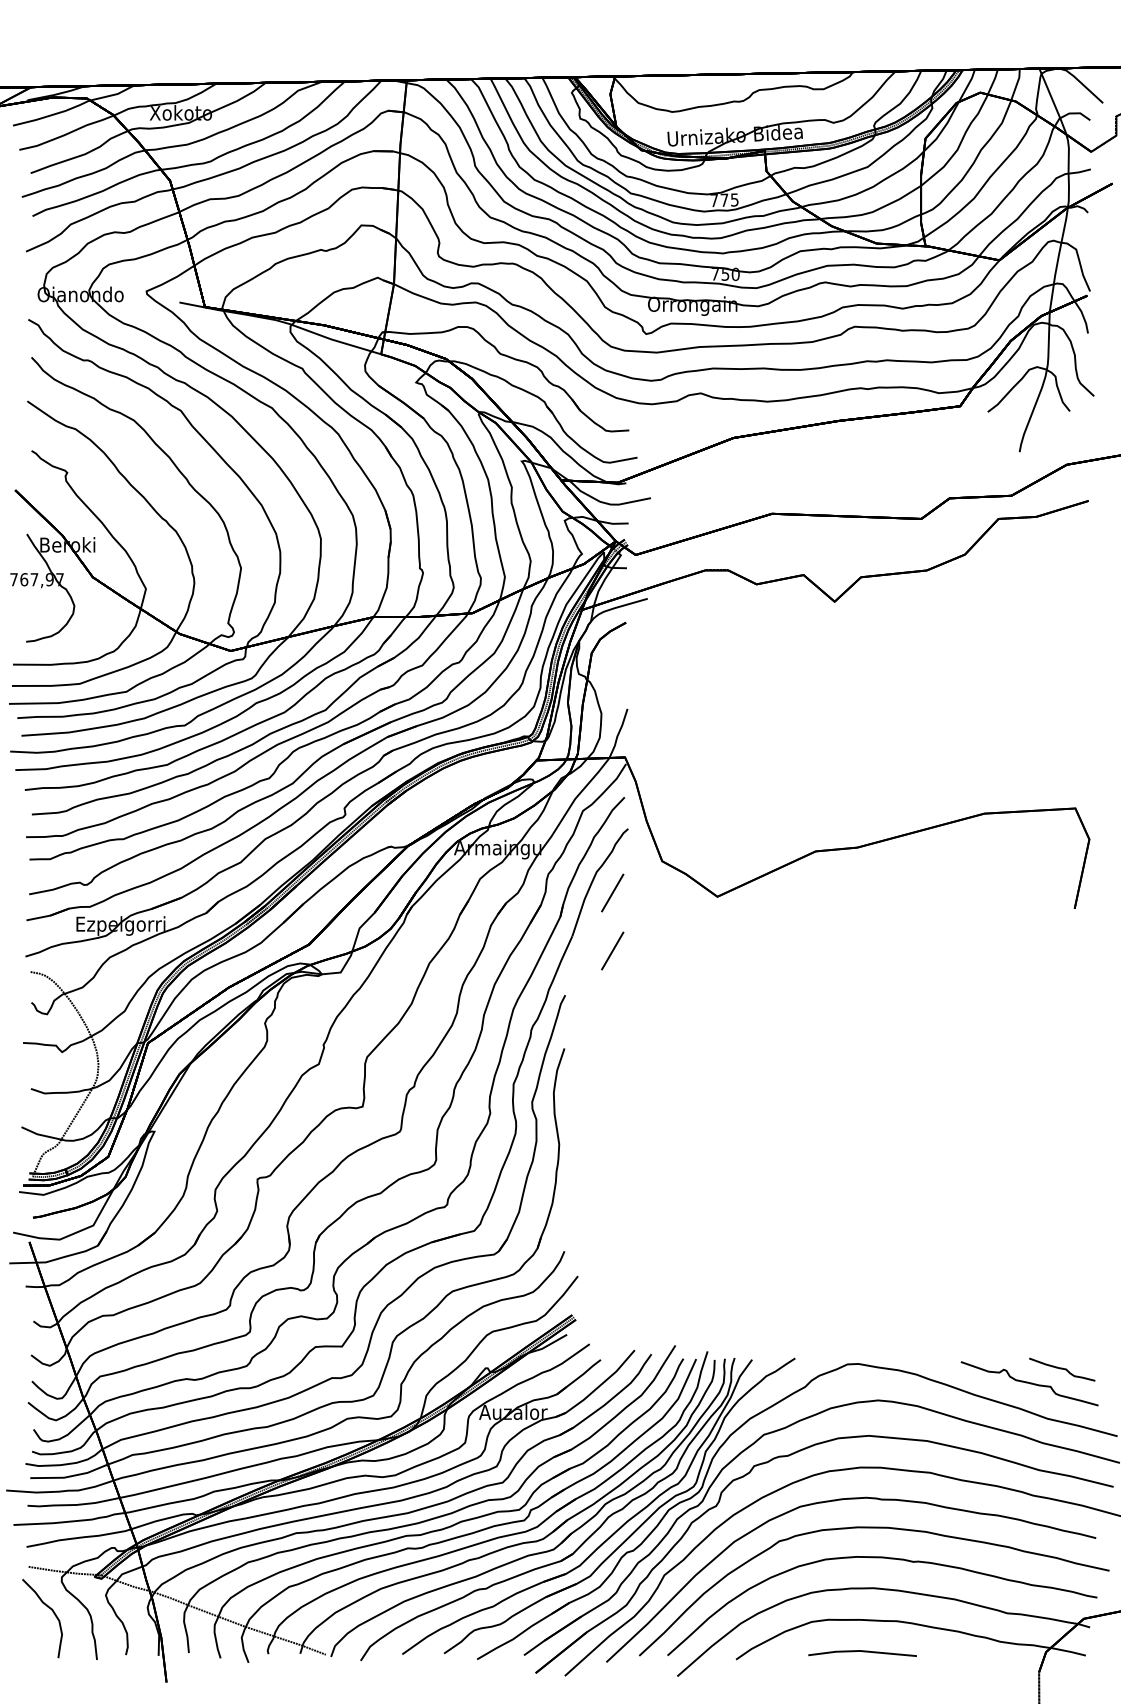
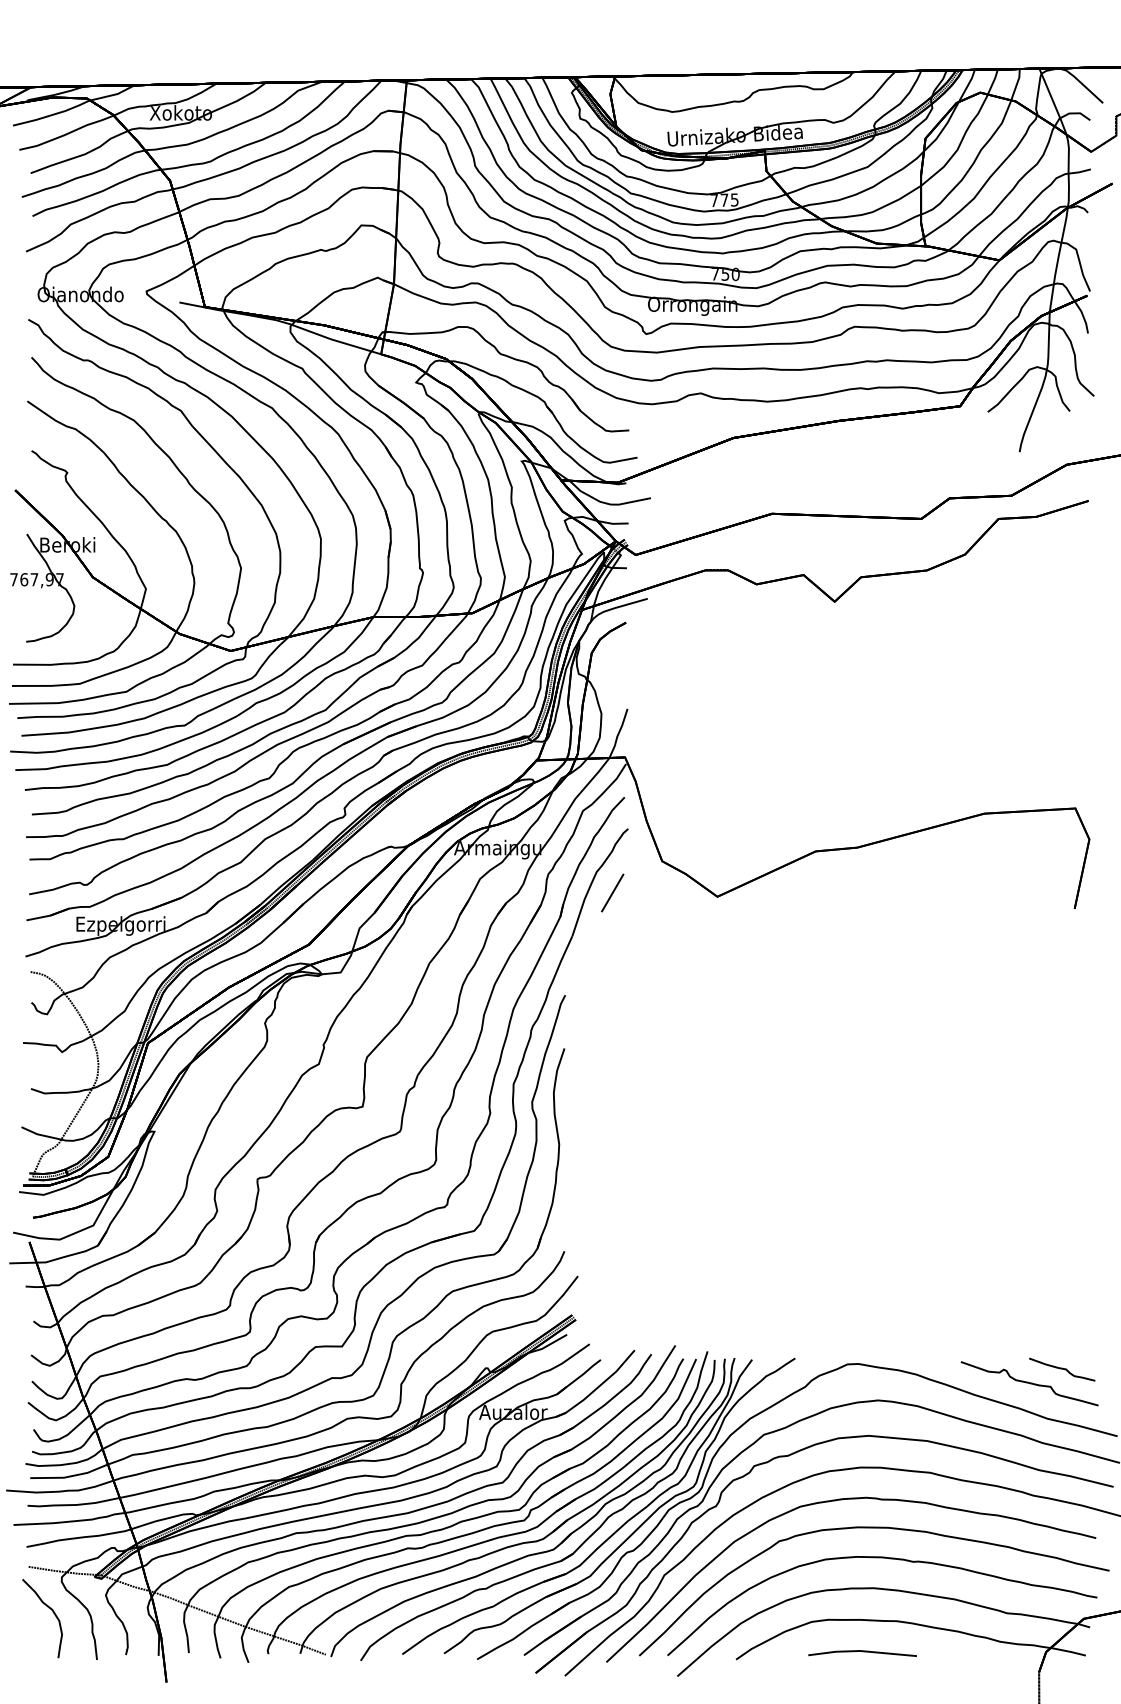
line at (612, 950): present -> none
